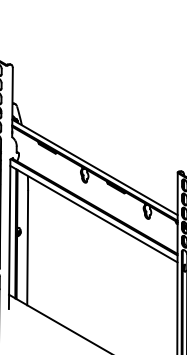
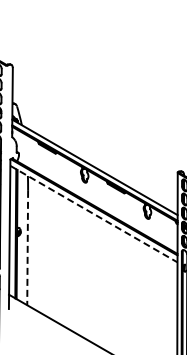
line at (93, 214): solid -> dashed
line at (27, 248): solid -> dashed
